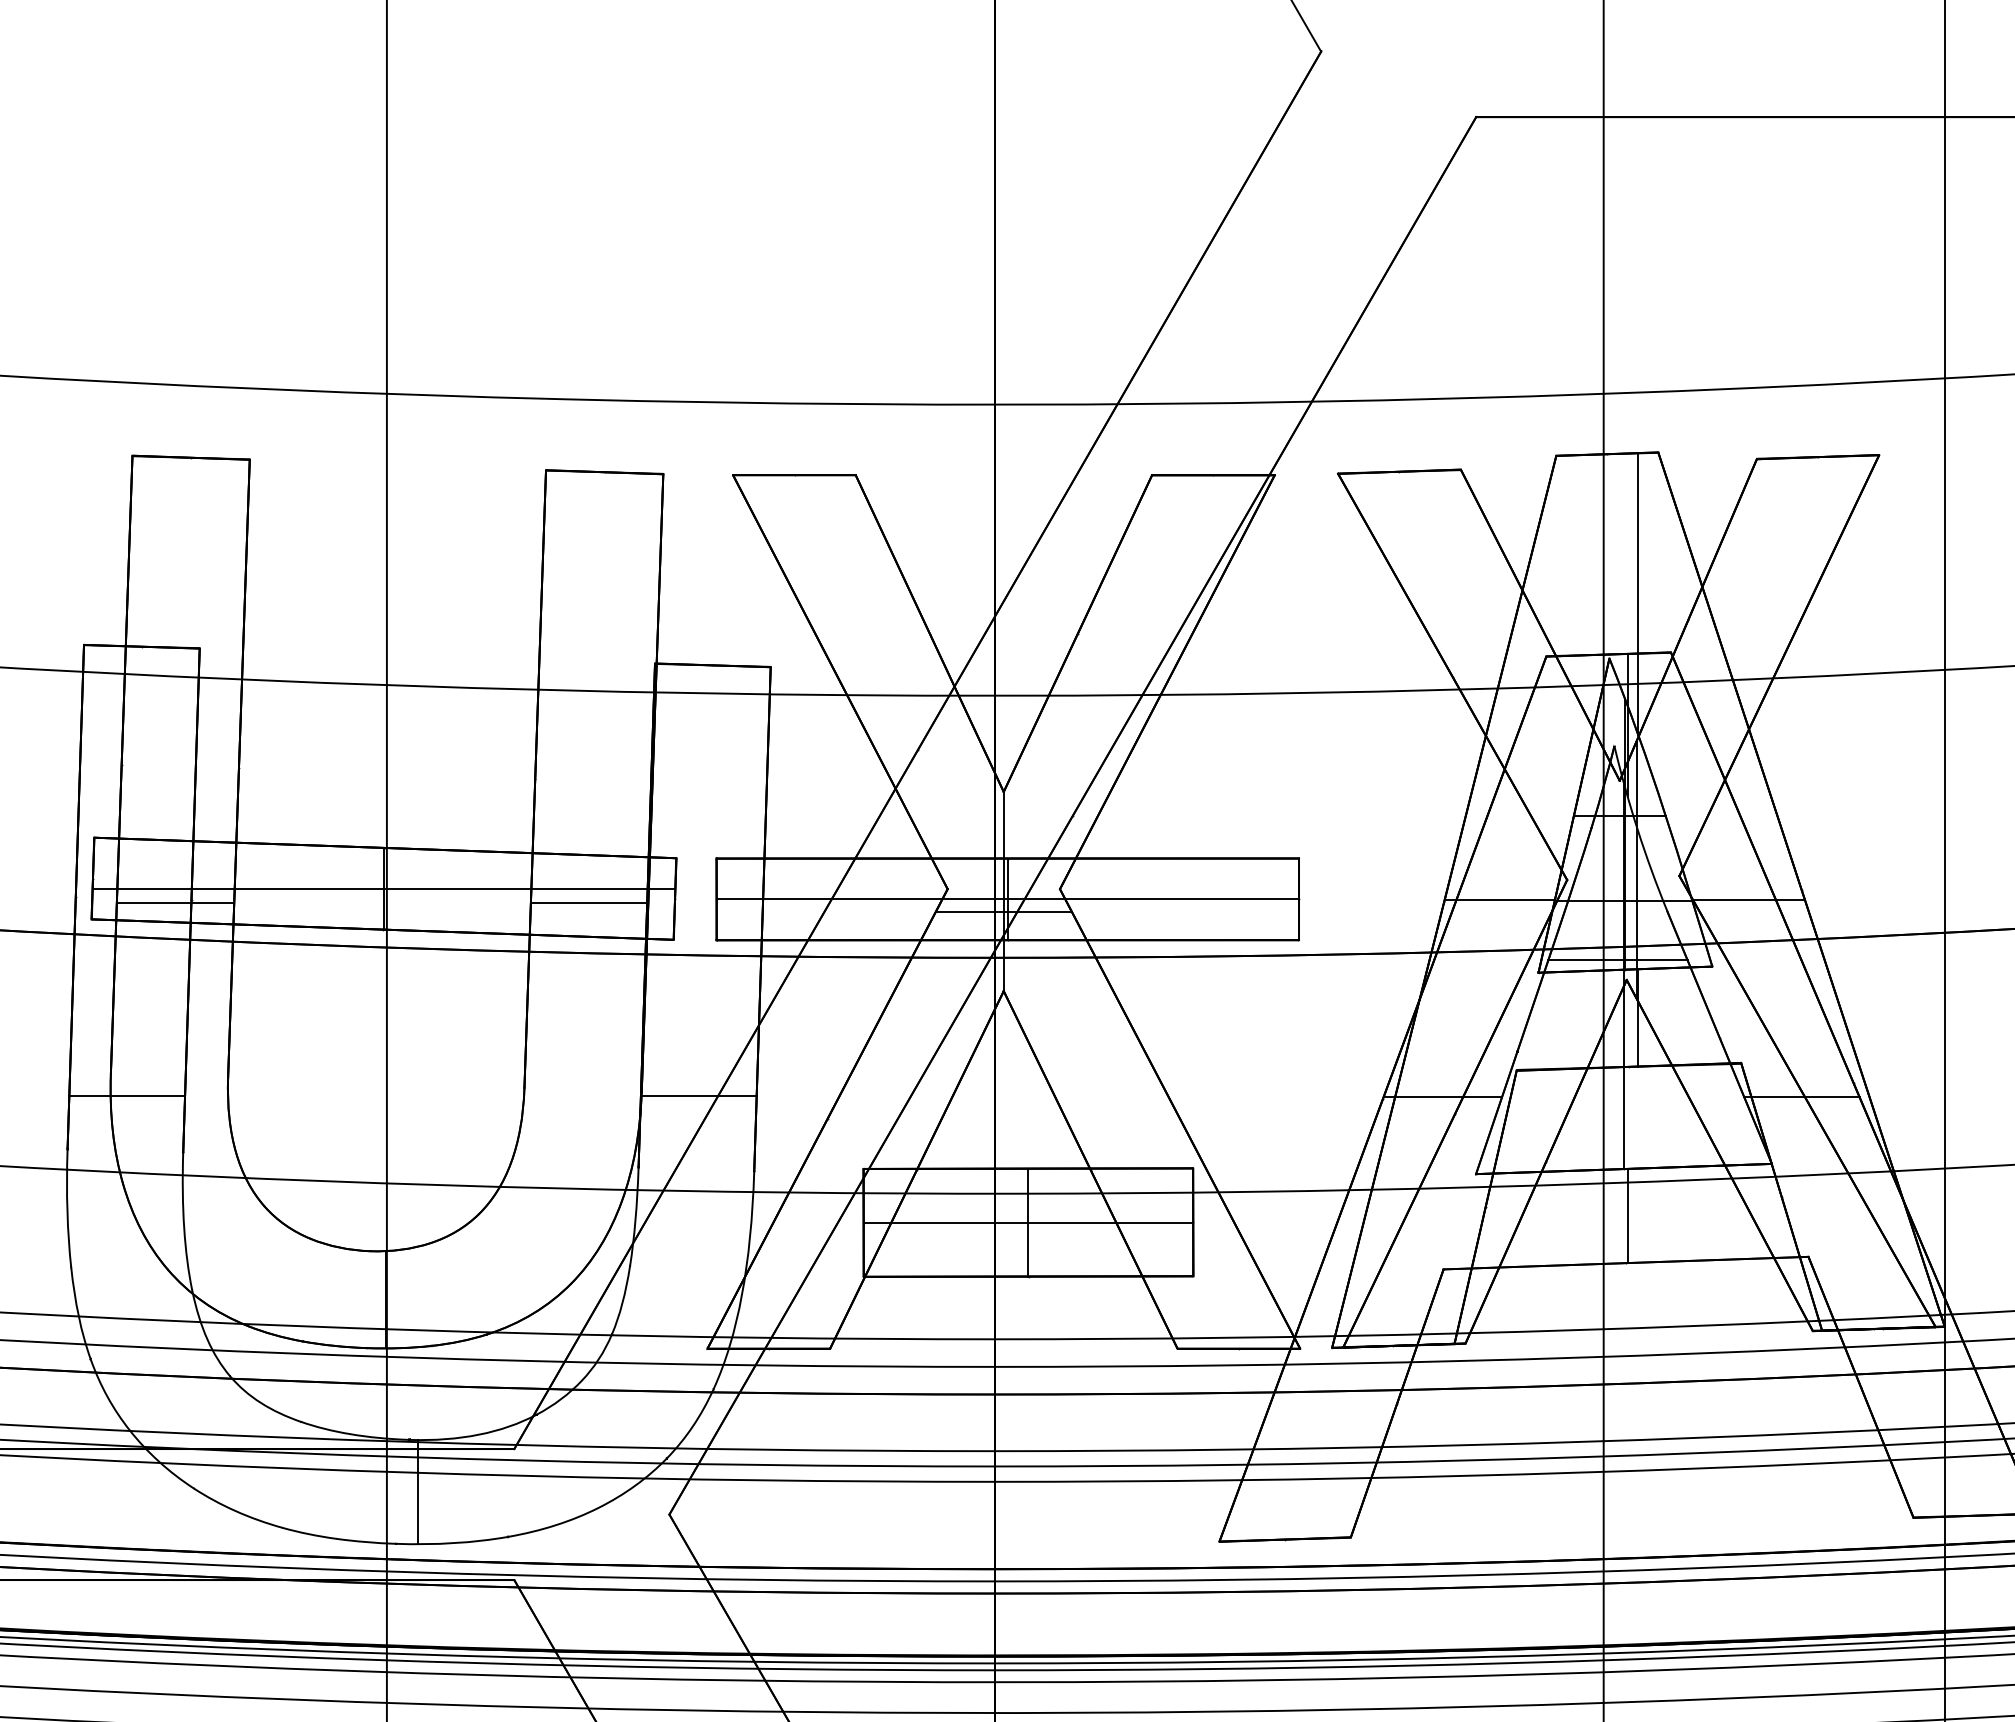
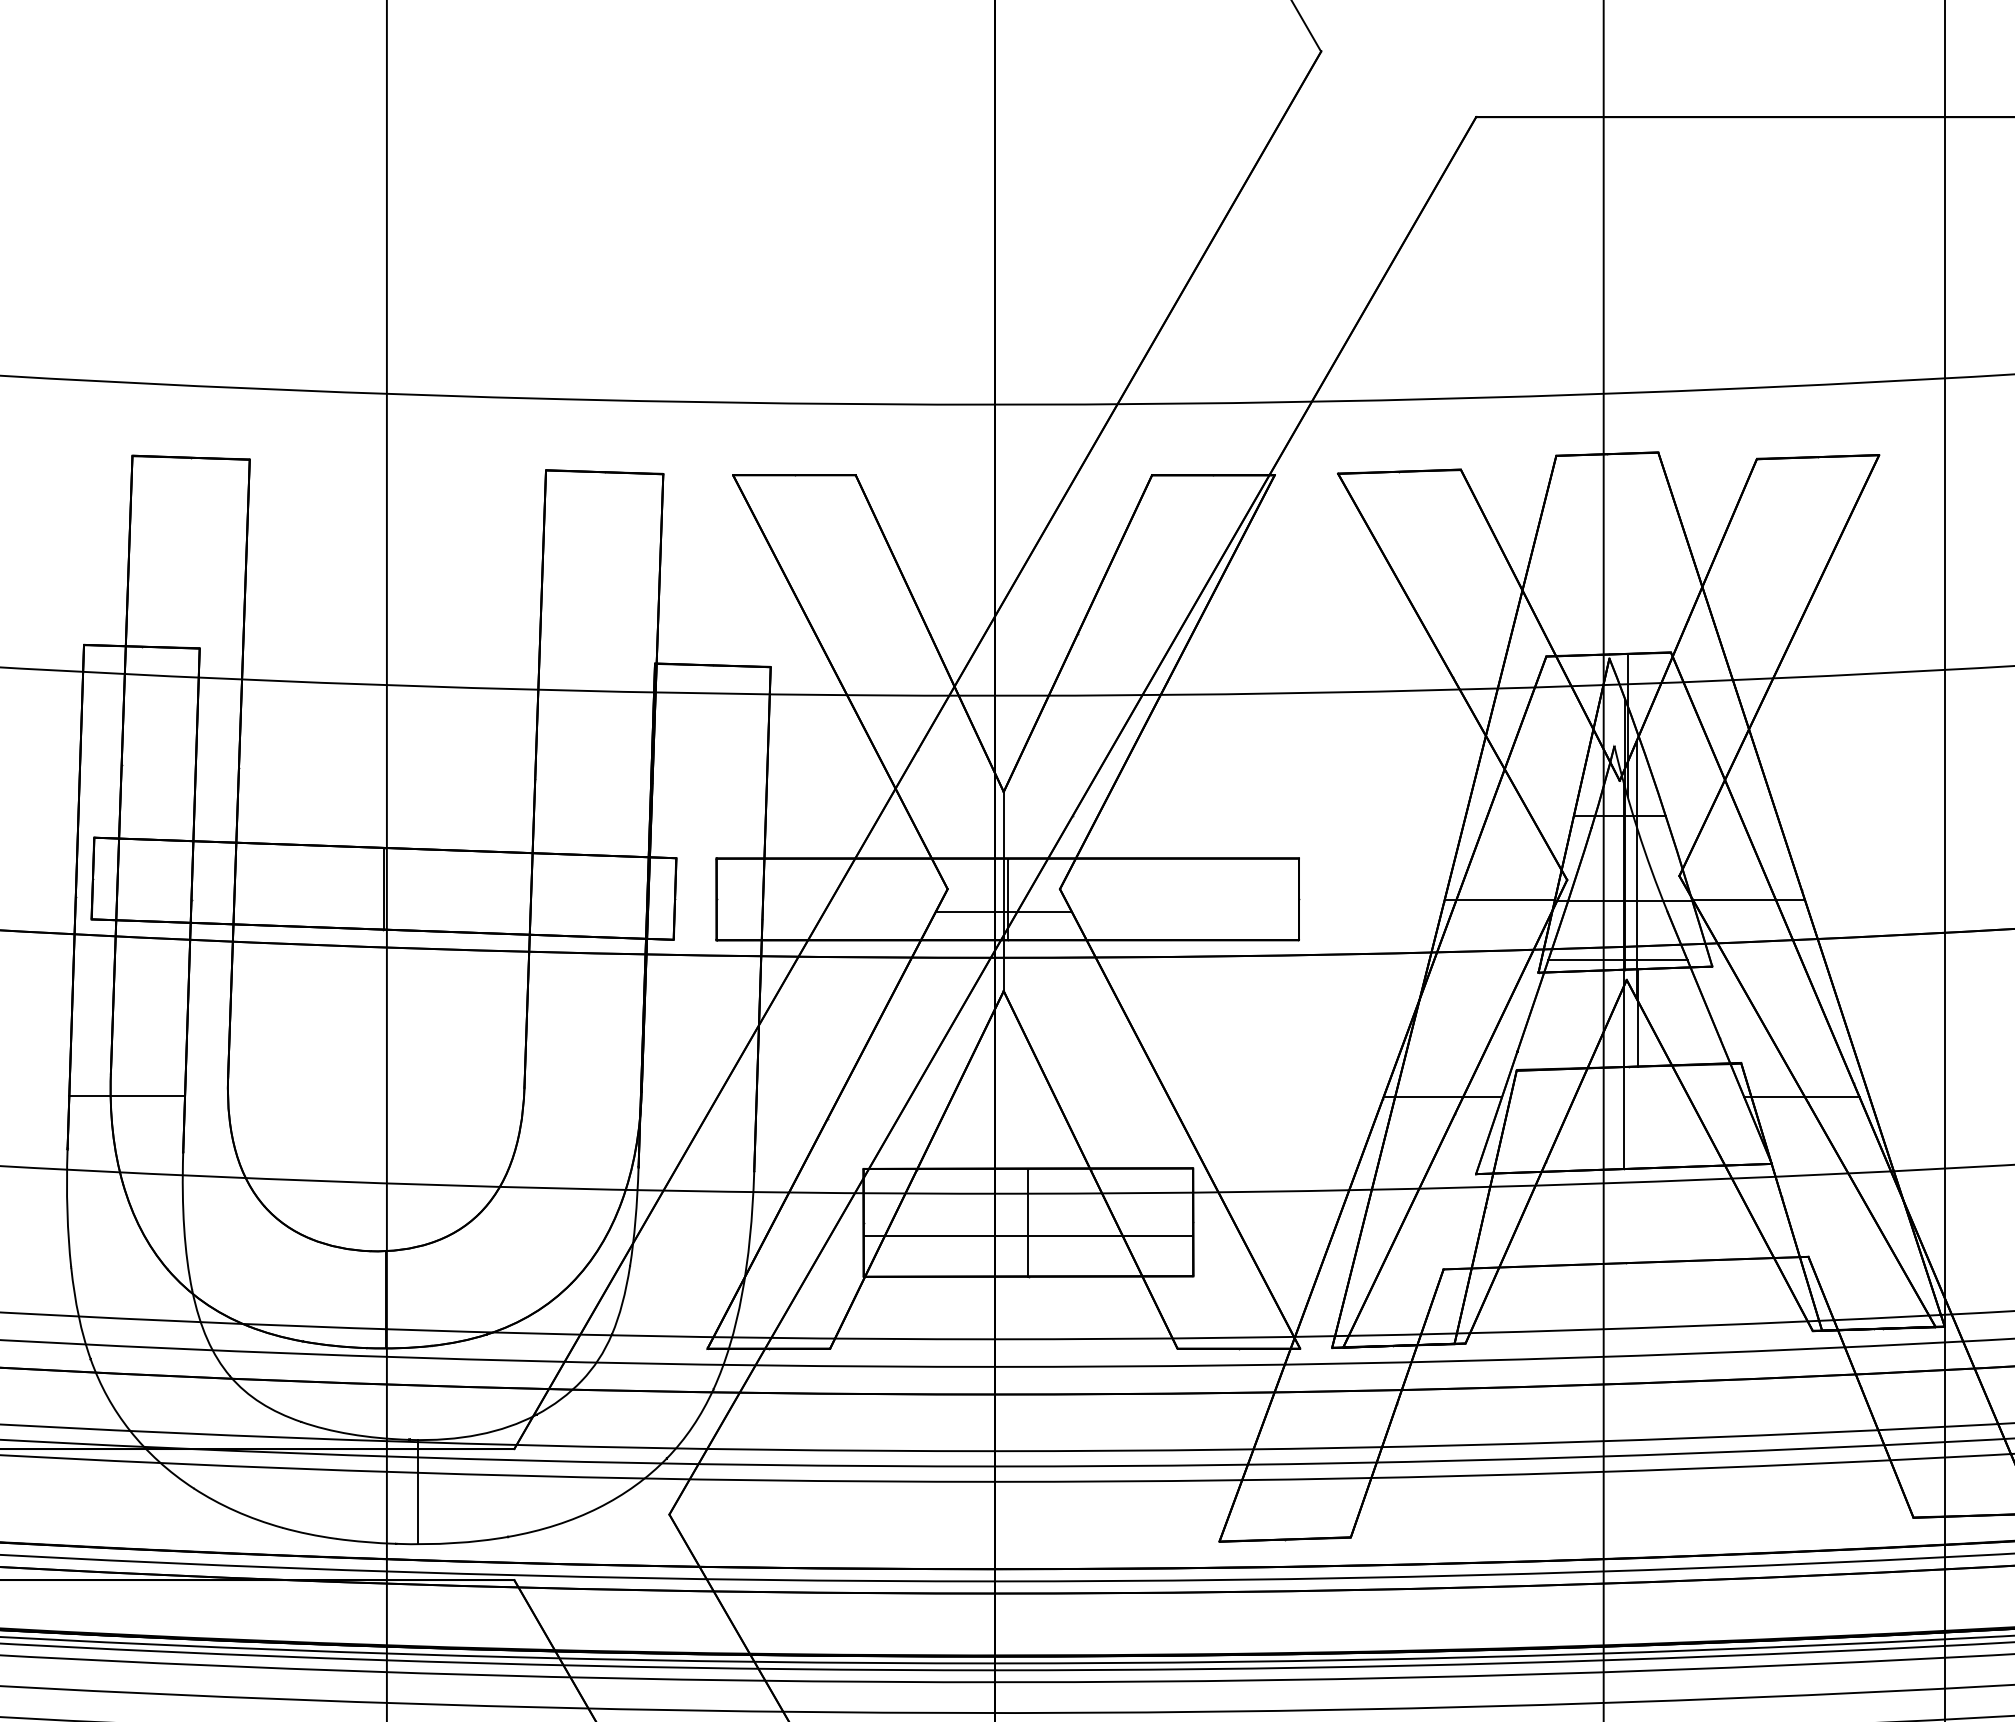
line at (1638, 594): present -> none
line at (383, 888): present -> none
line at (1007, 899): present -> none
line at (175, 902): present -> none
line at (589, 902): present -> none
line at (698, 1095): present -> none
line at (1627, 1215): present -> none
line at (1028, 1222) position: (1028, 1222) -> (1028, 1235)
